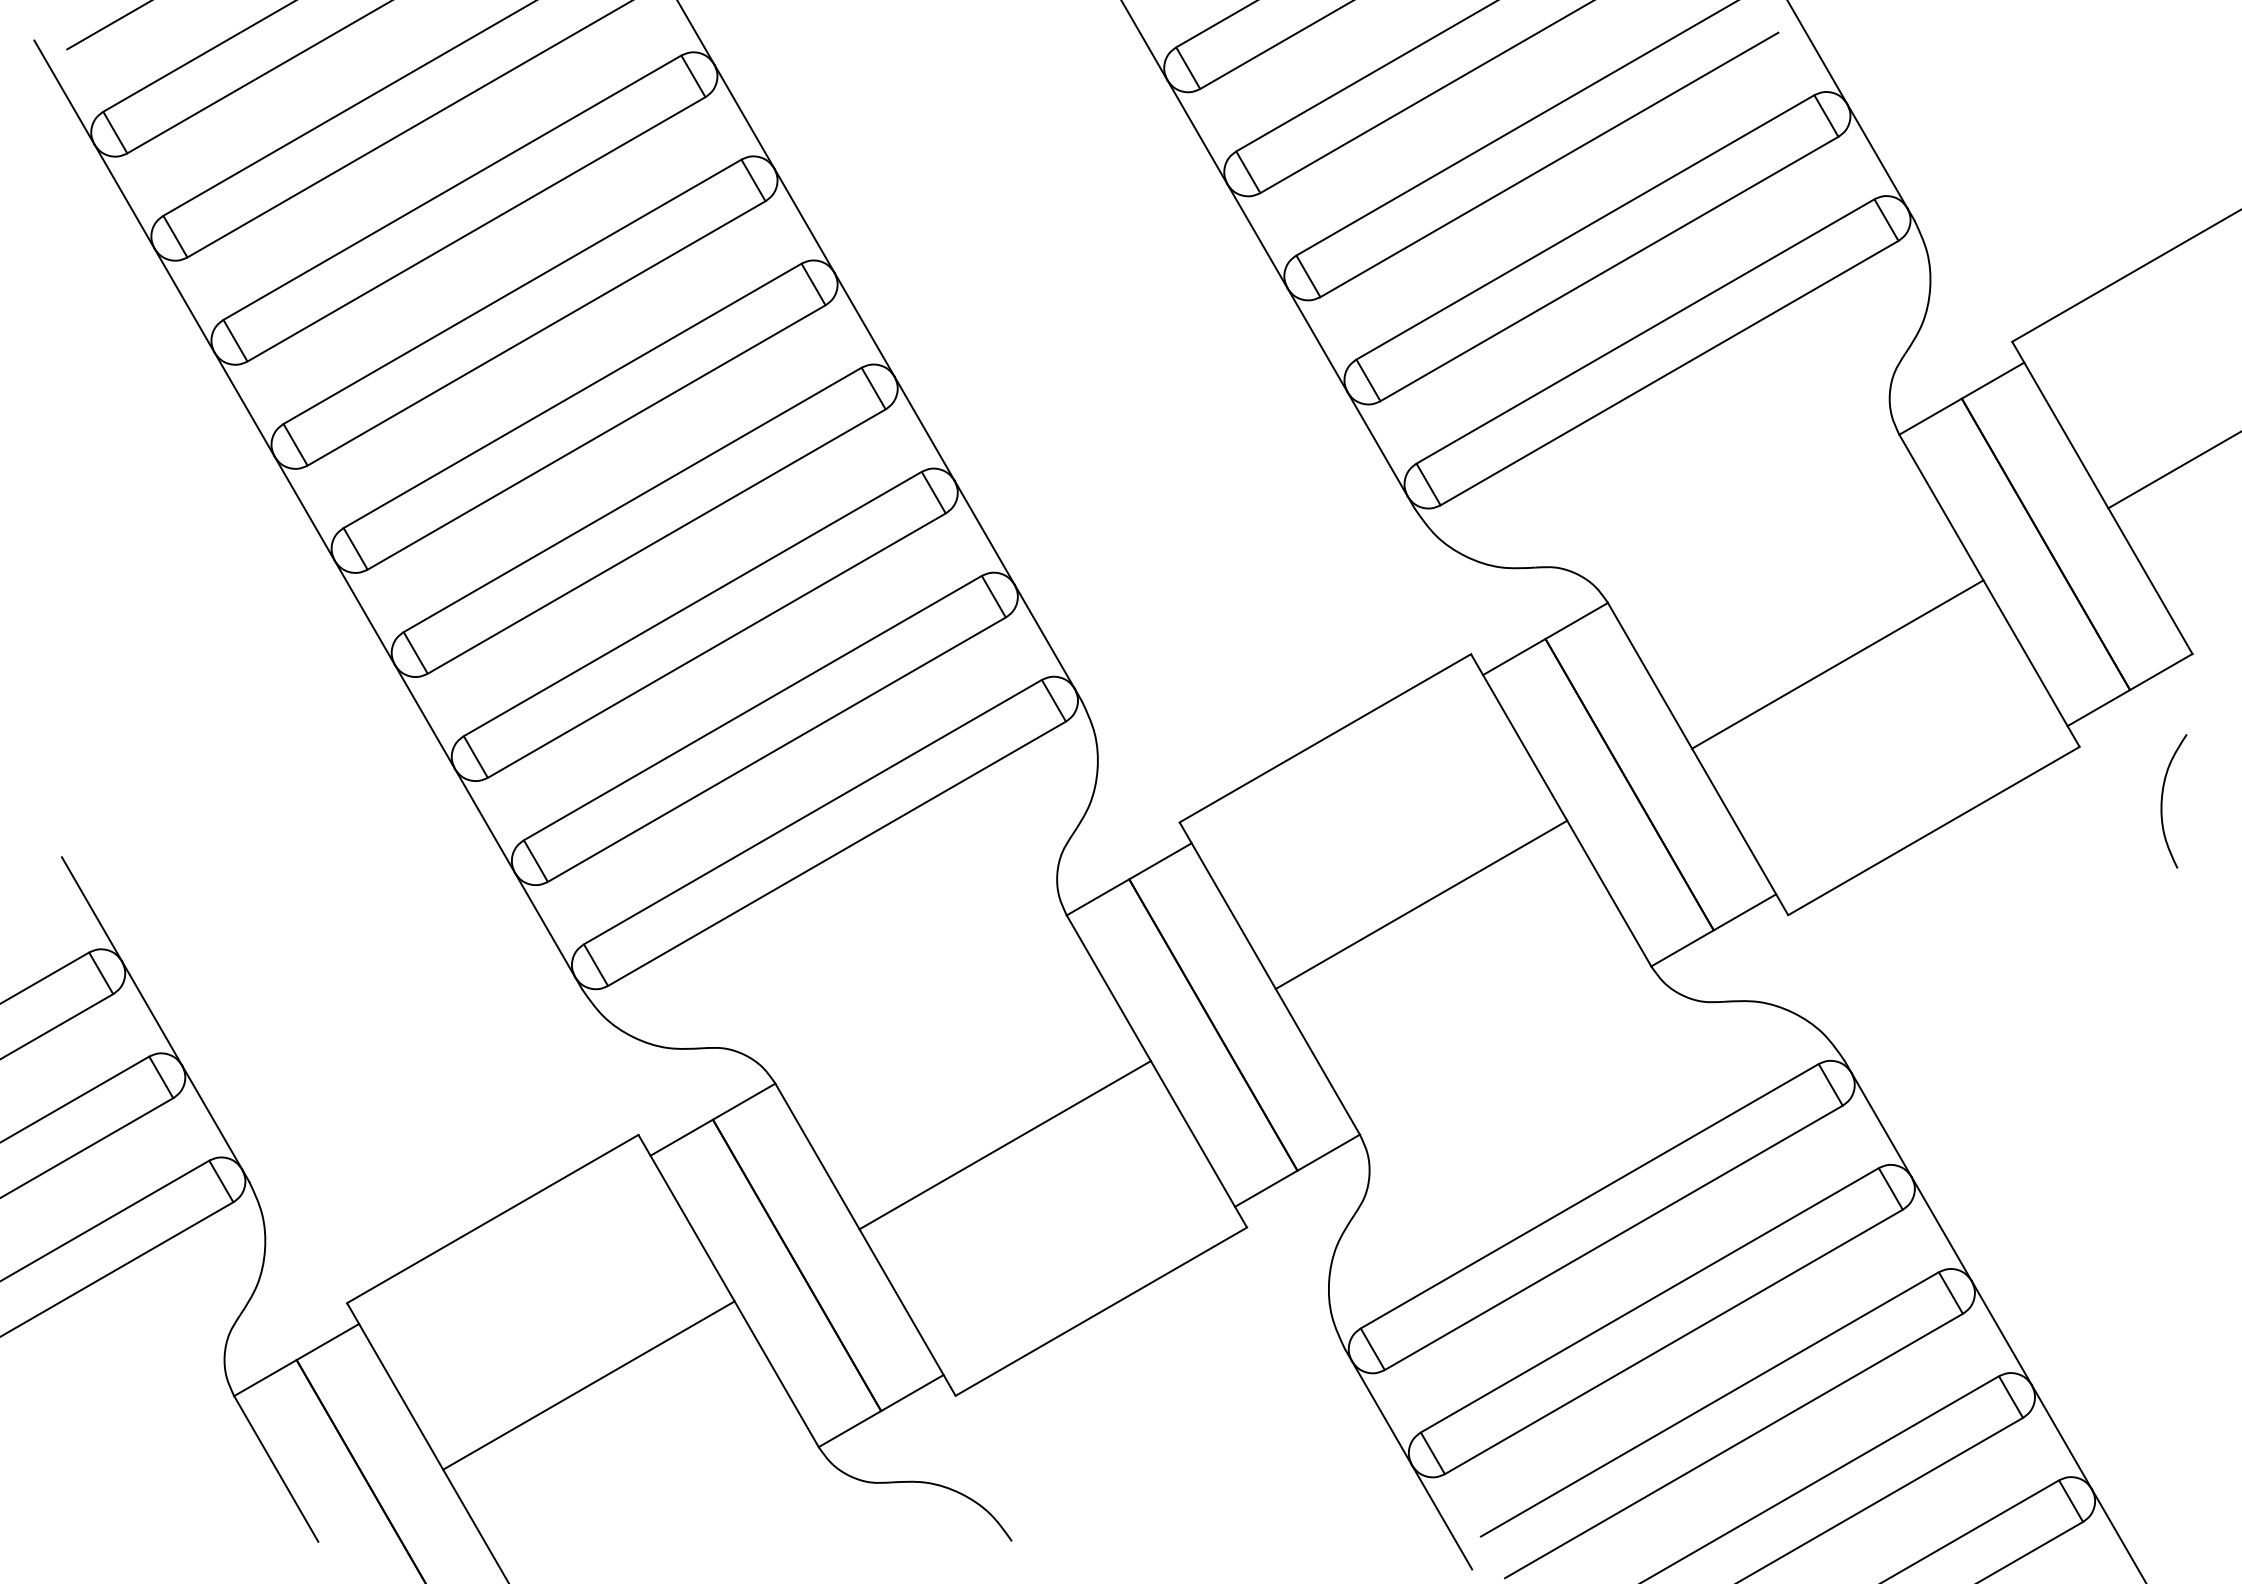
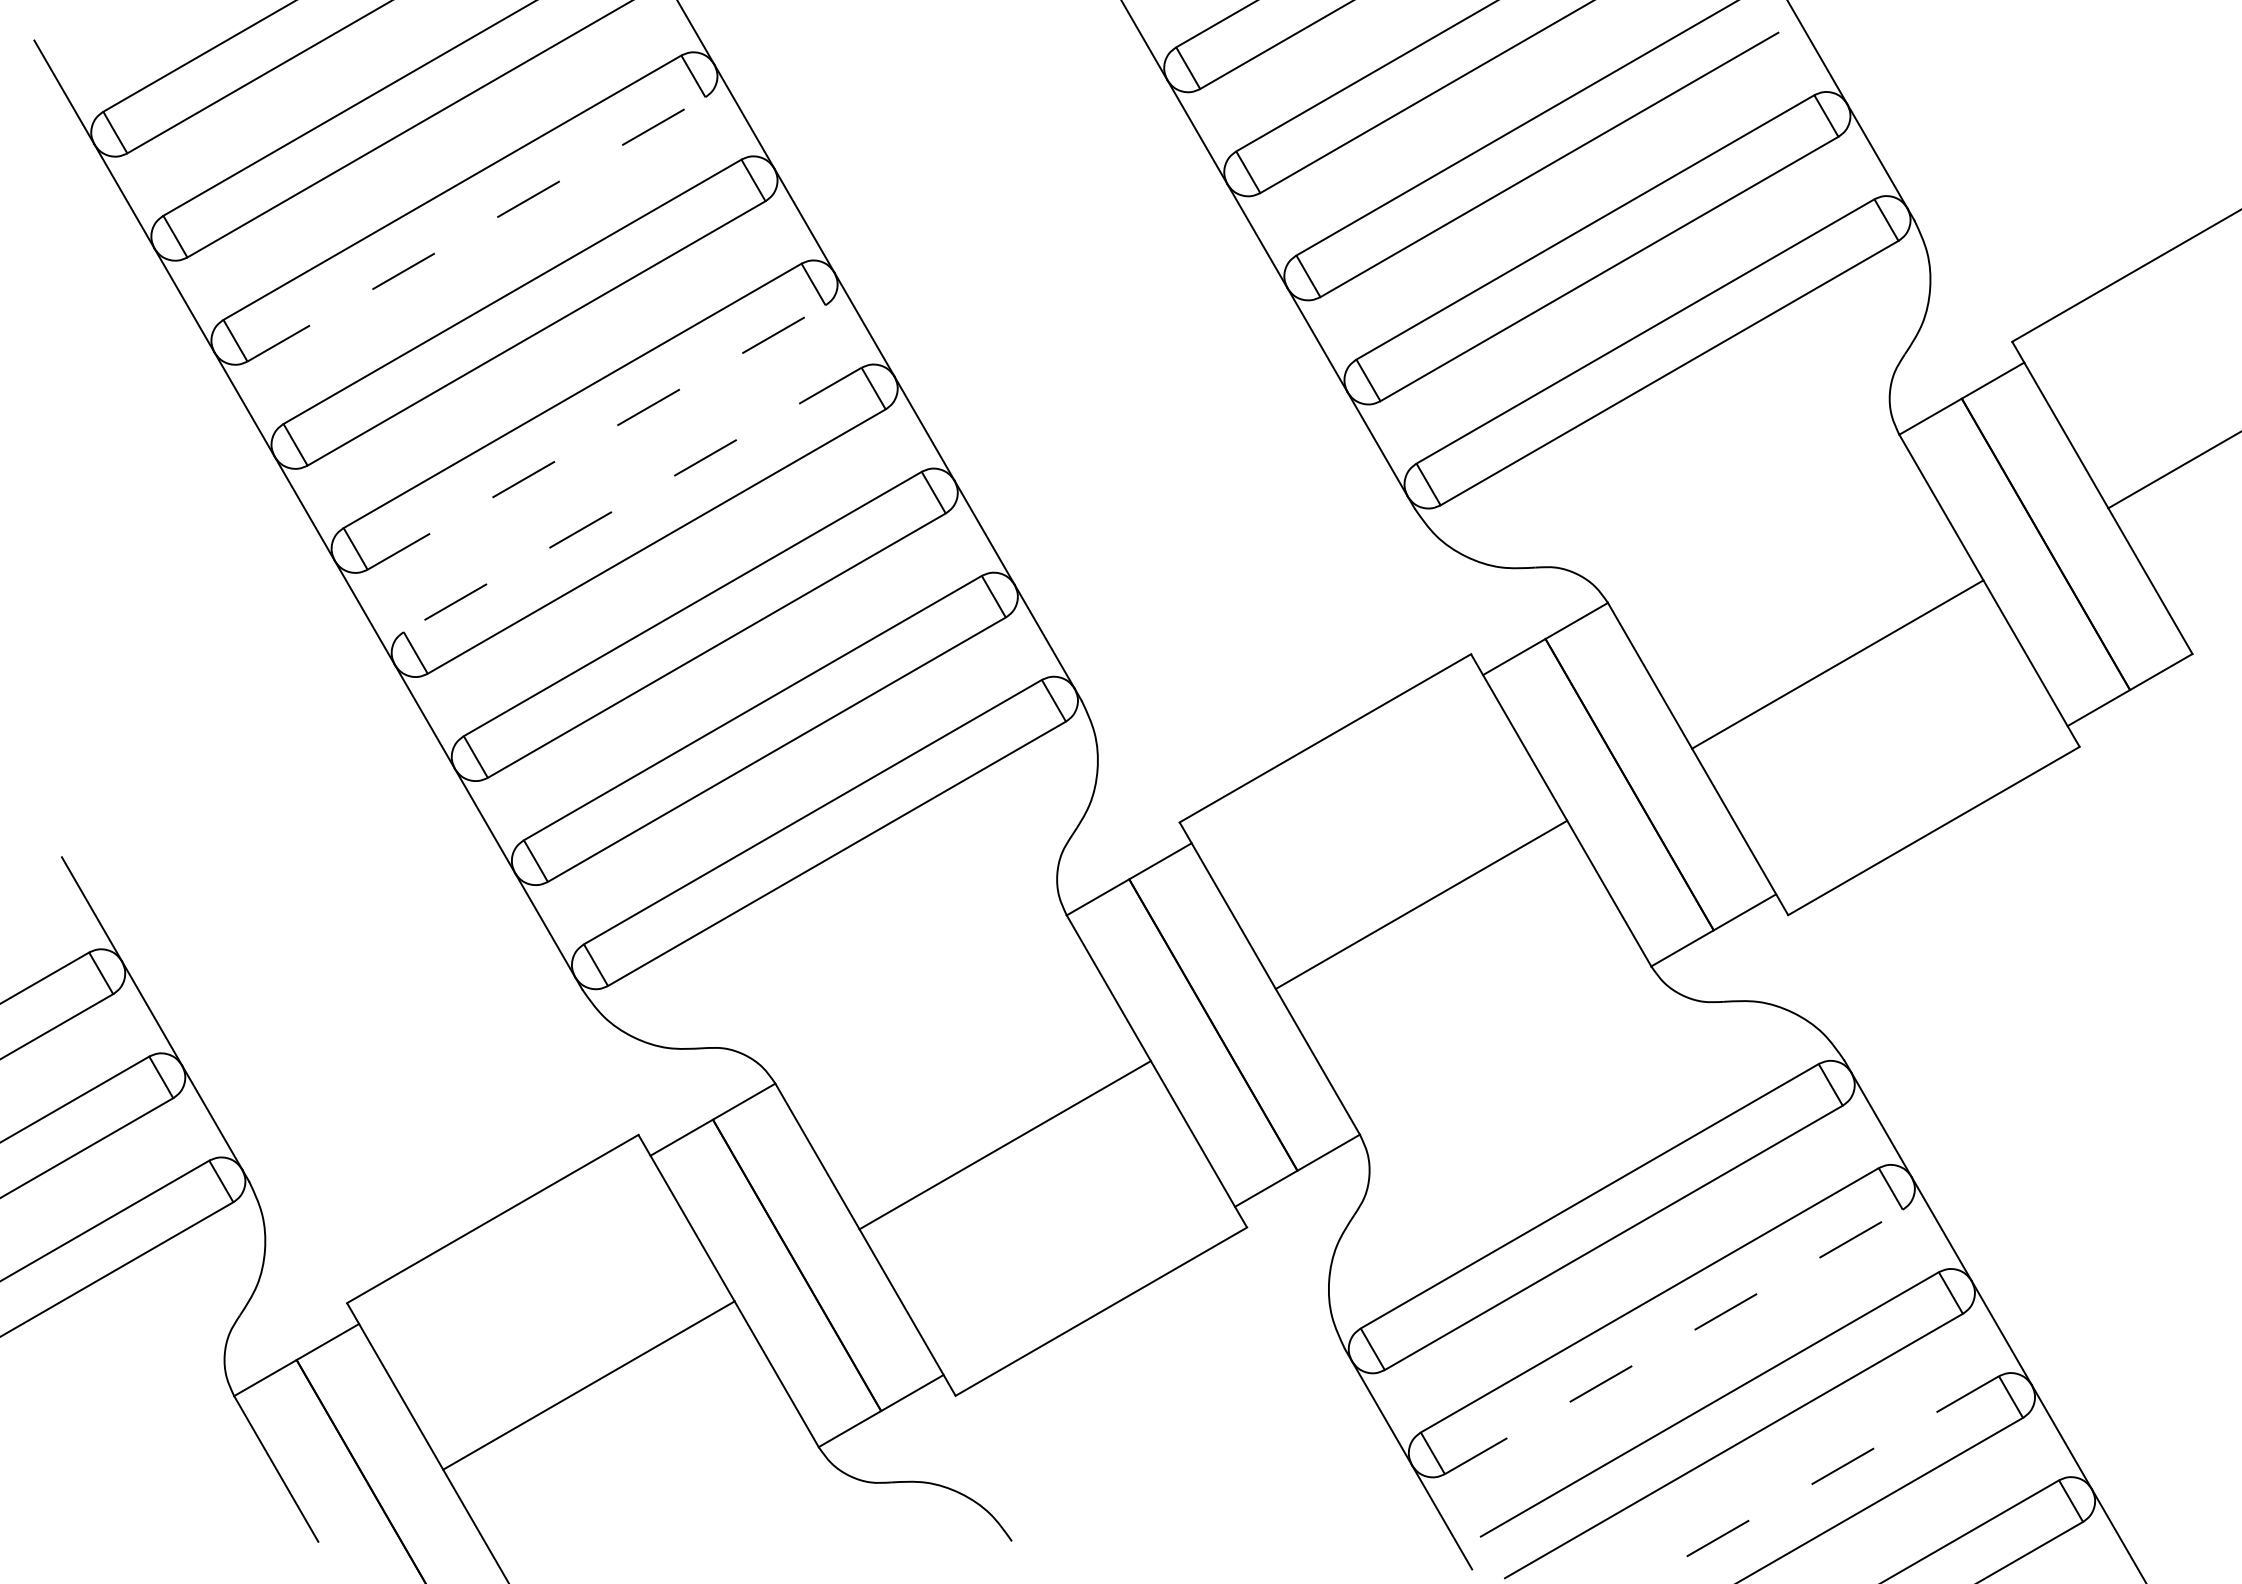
line at (107, 25): present -> none
line at (476, 229): solid -> dashed
line at (597, 437): solid -> dashed
line at (632, 500): solid -> dashed
curve at (2162, 801): present -> none
line at (1674, 1341): solid -> dashed
line at (1818, 1480): solid -> dashed
